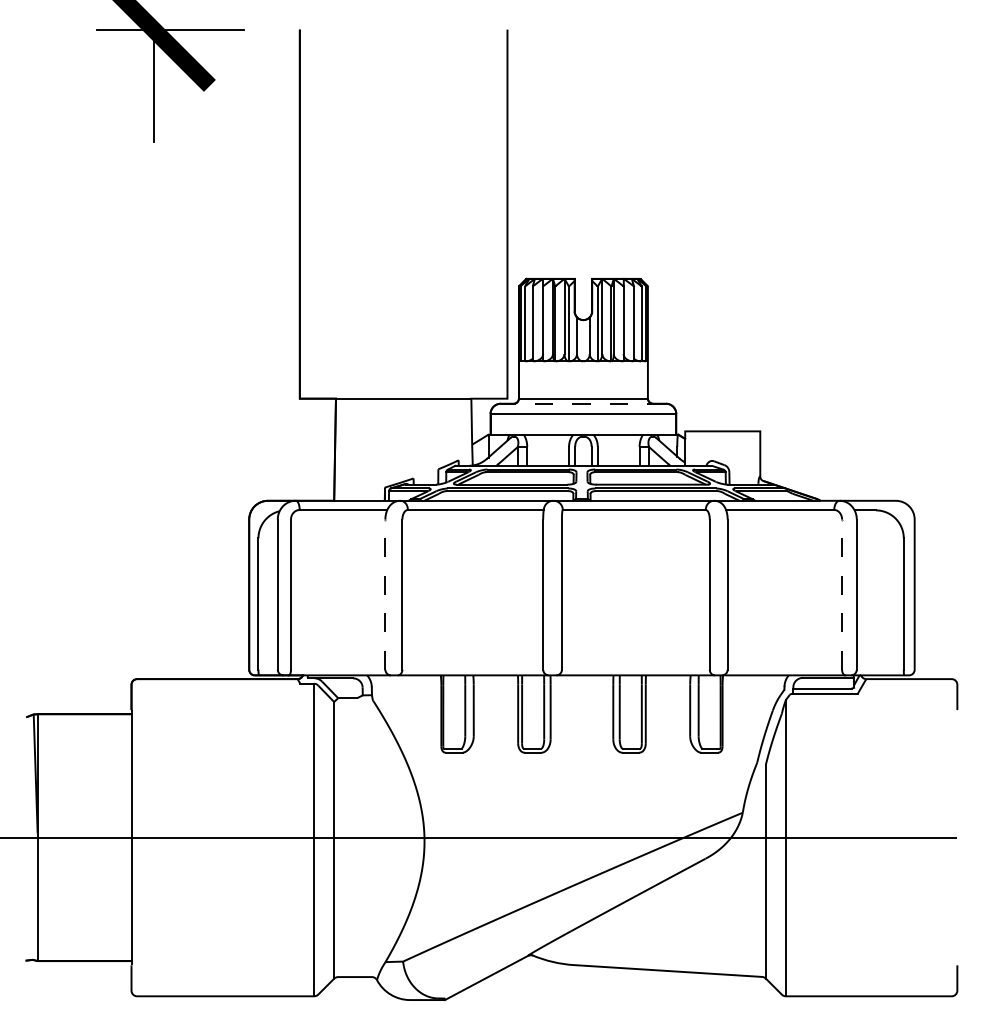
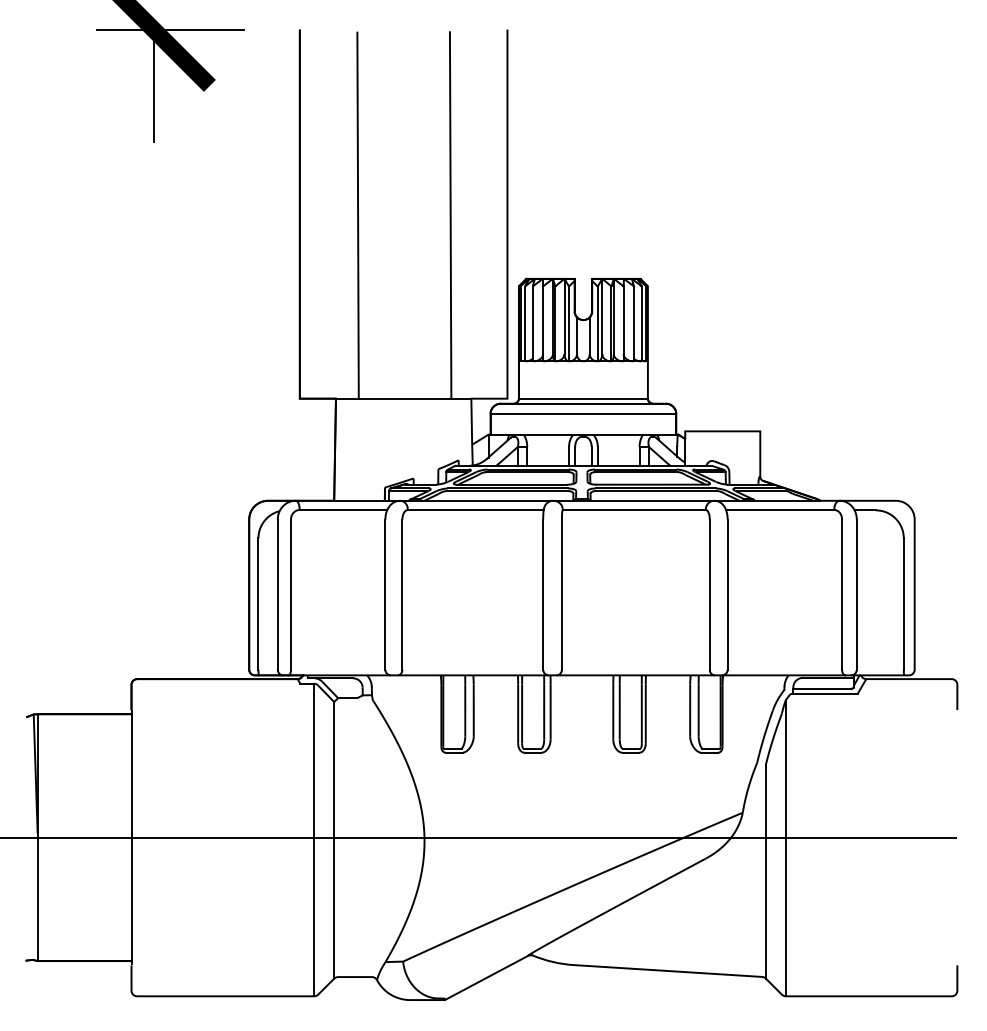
line at (357, 215): none -> present
line at (450, 215): none -> present
line at (583, 403): dashed -> solid
line at (385, 594): dashed -> solid
line at (842, 594): dashed -> solid
